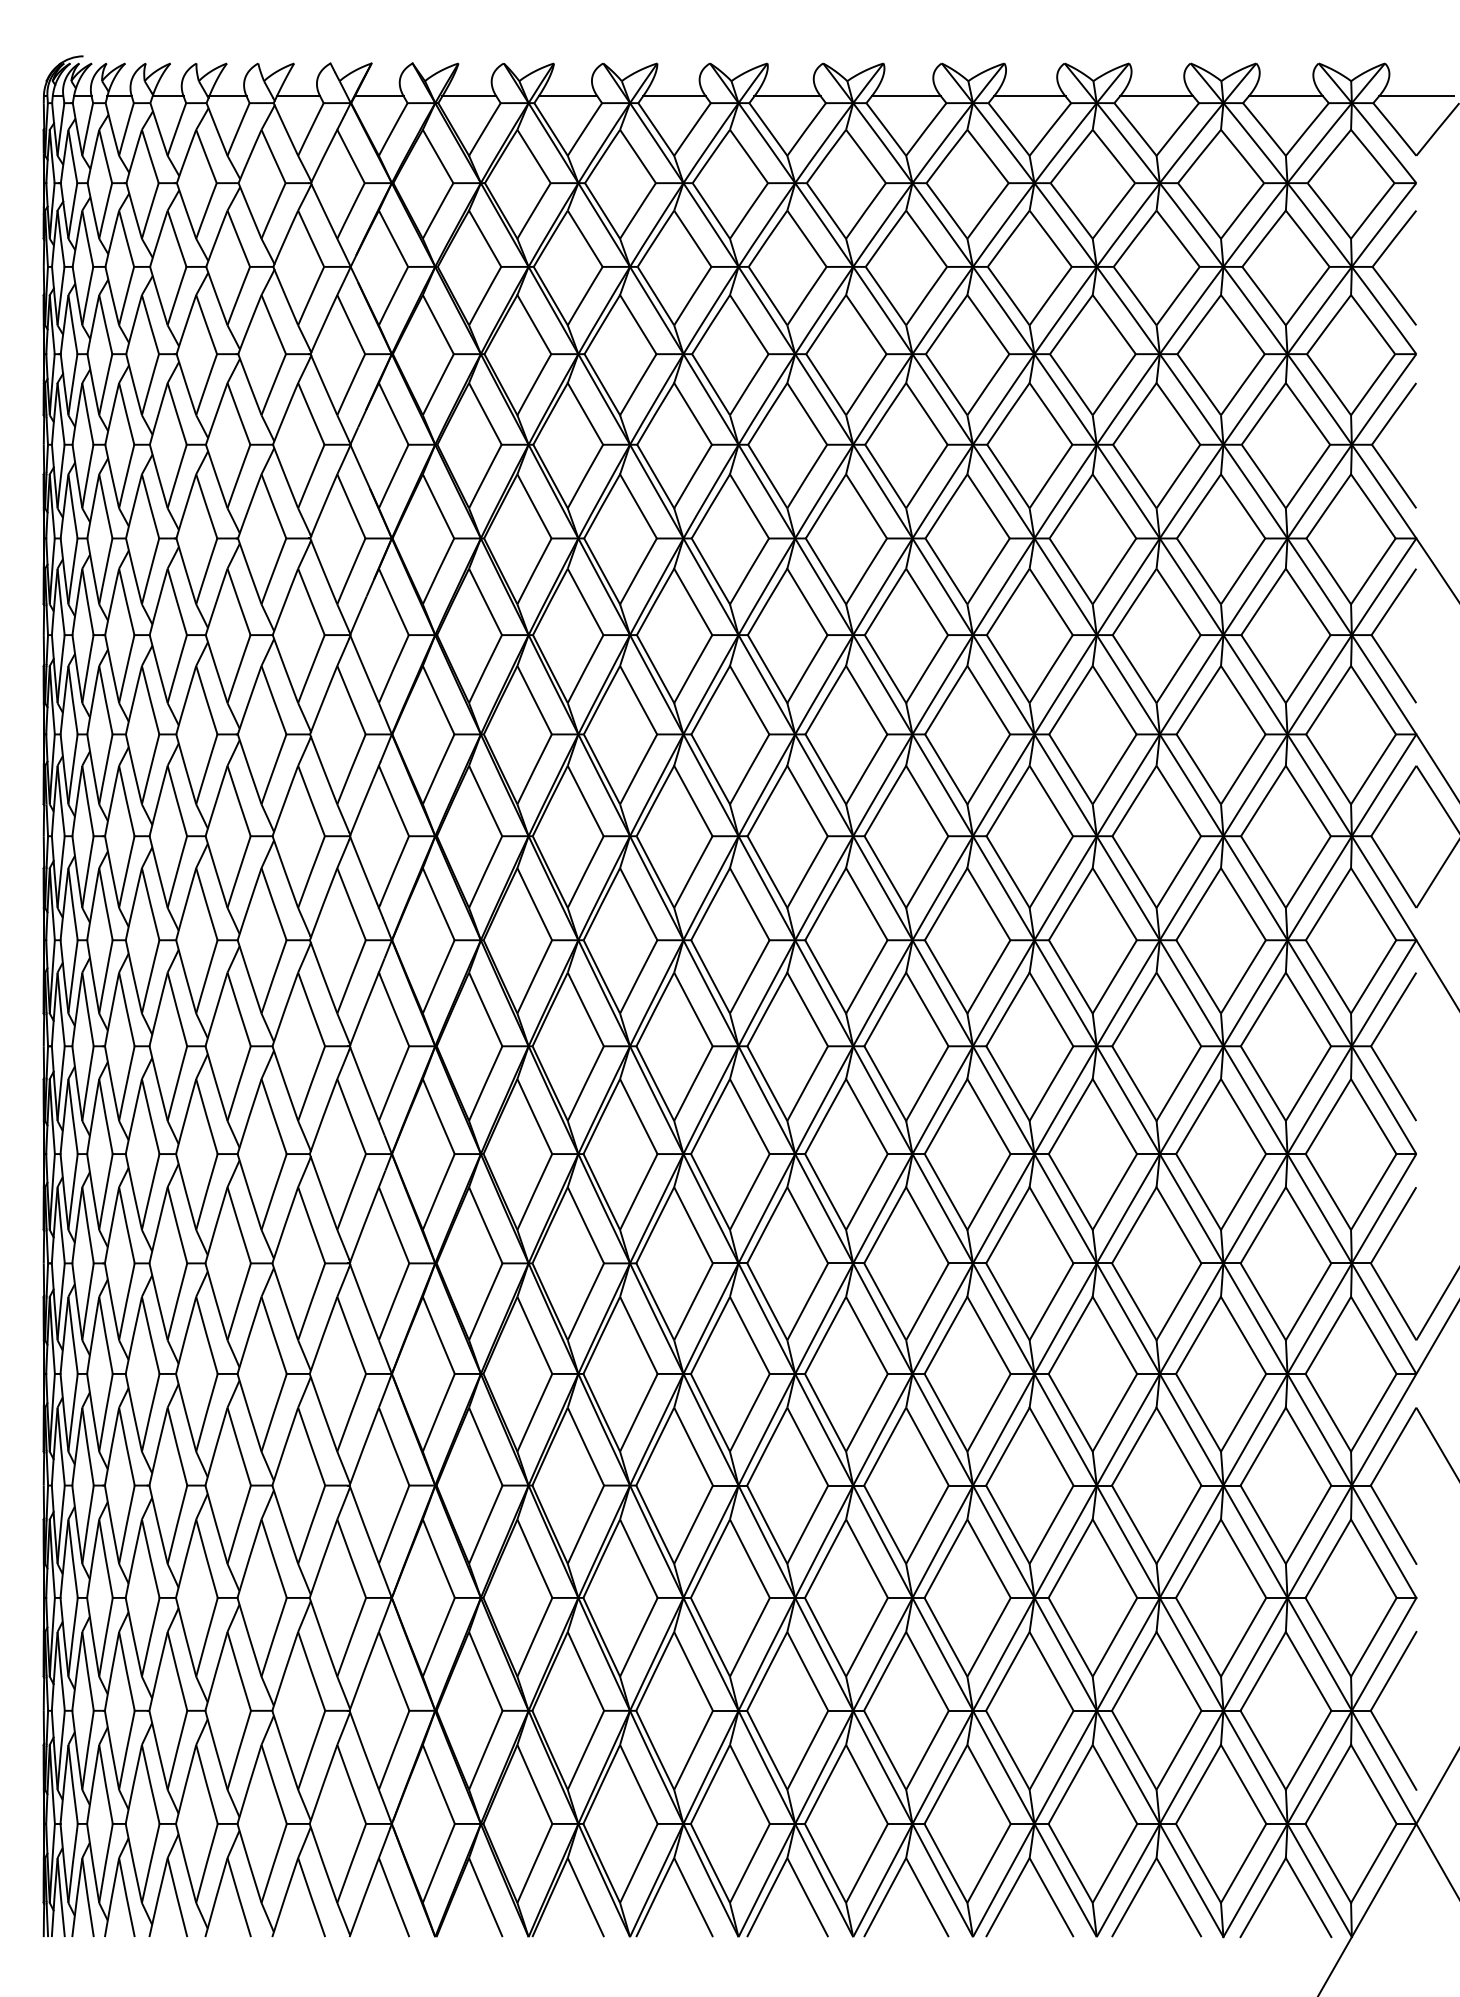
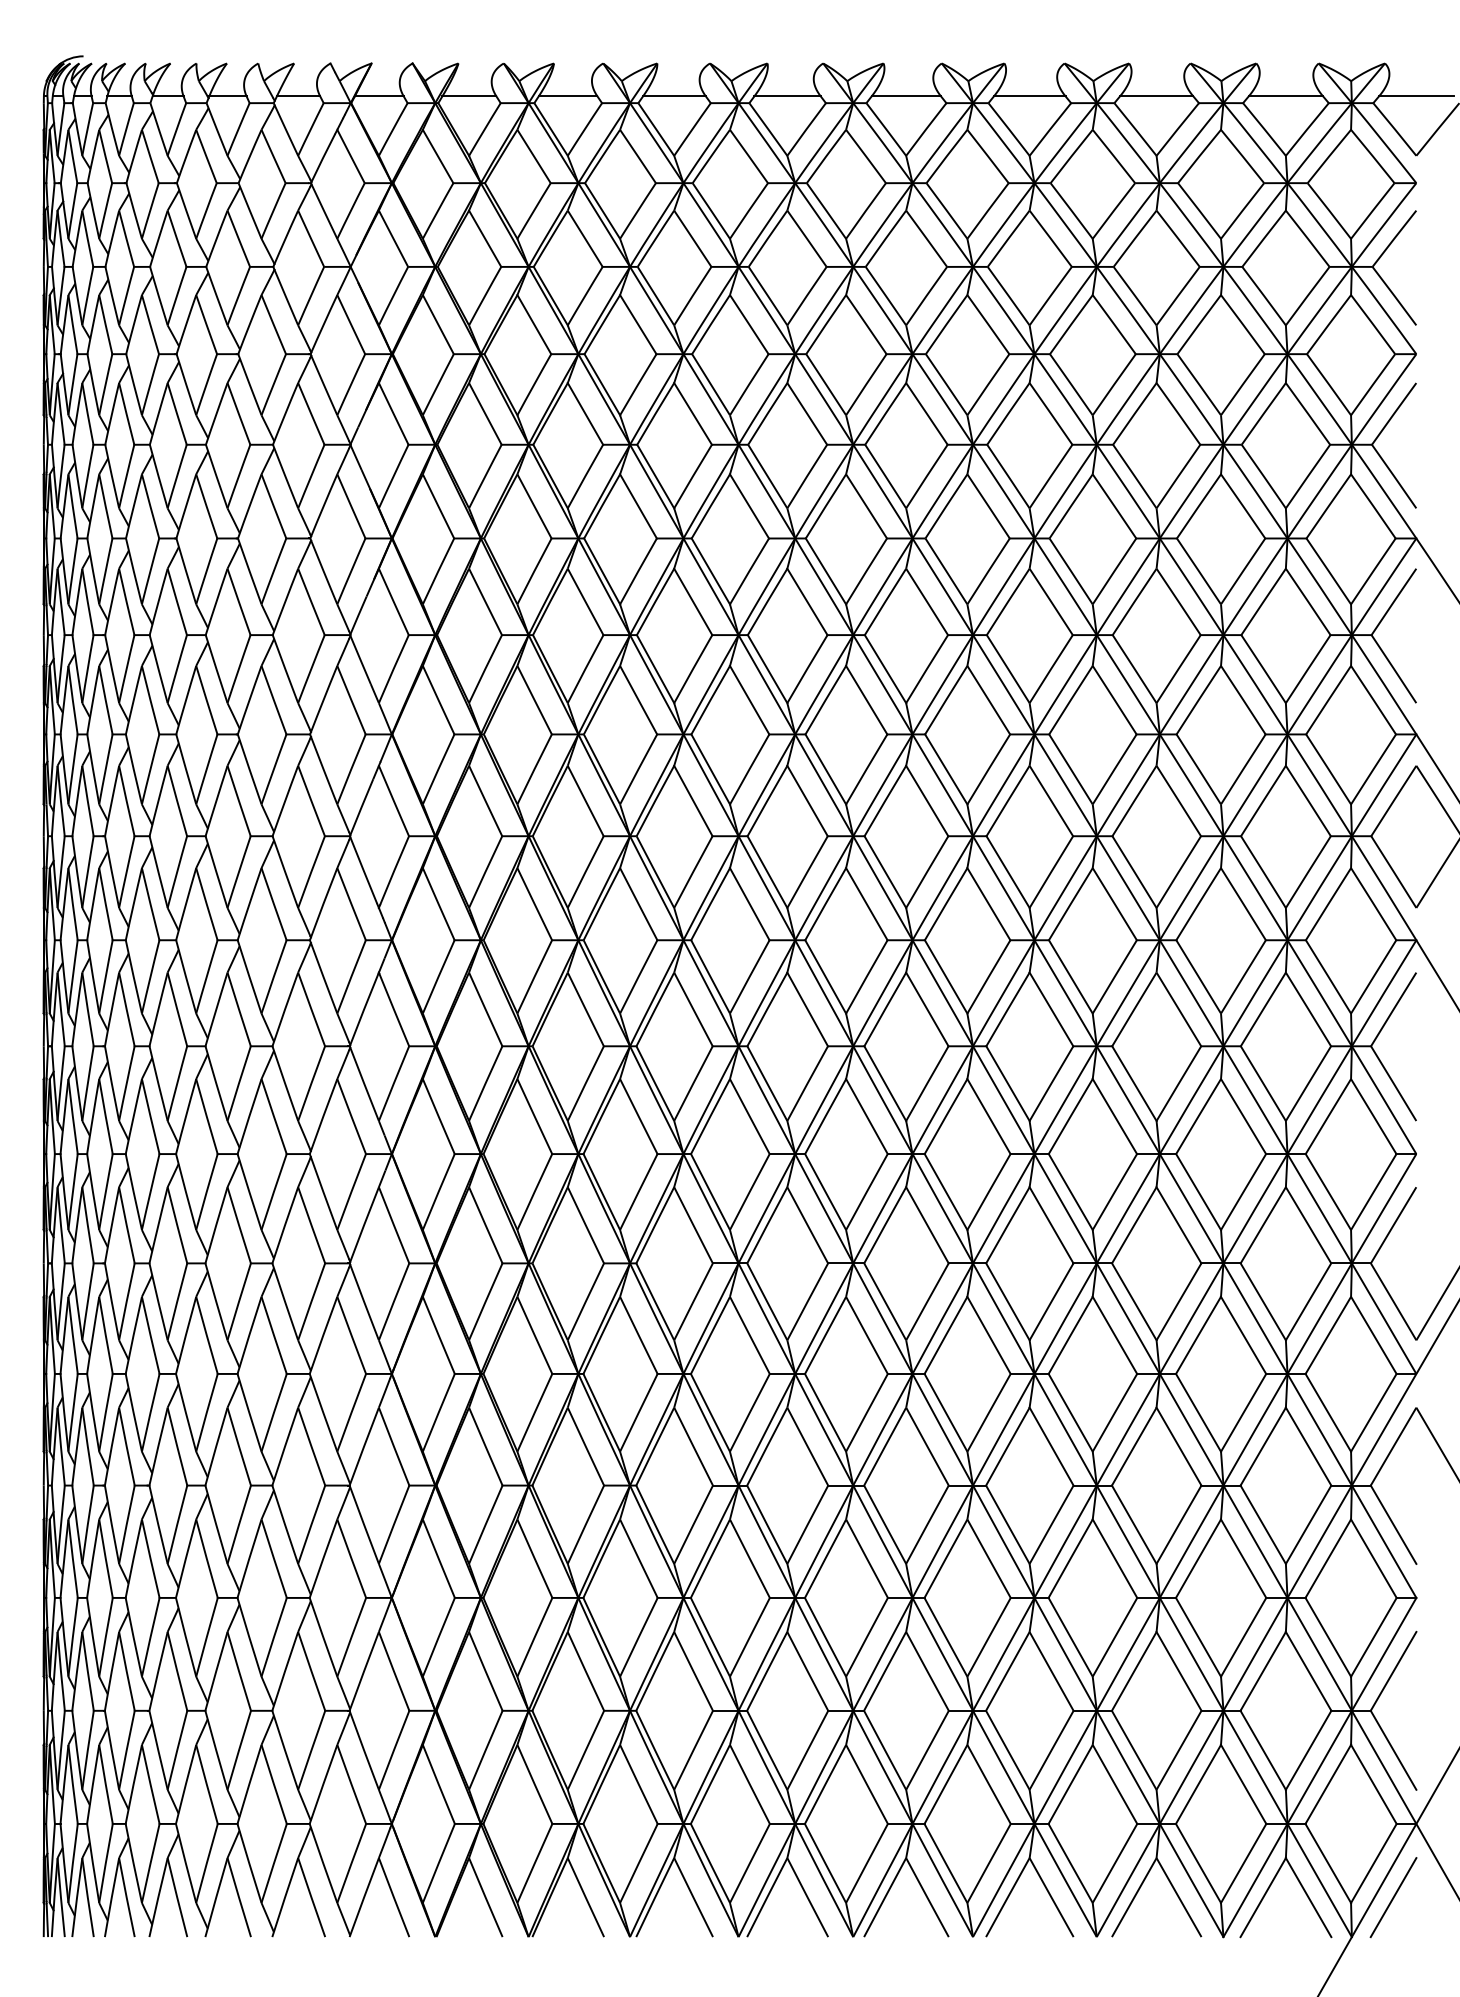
line at (1393, 1897): none -> present
